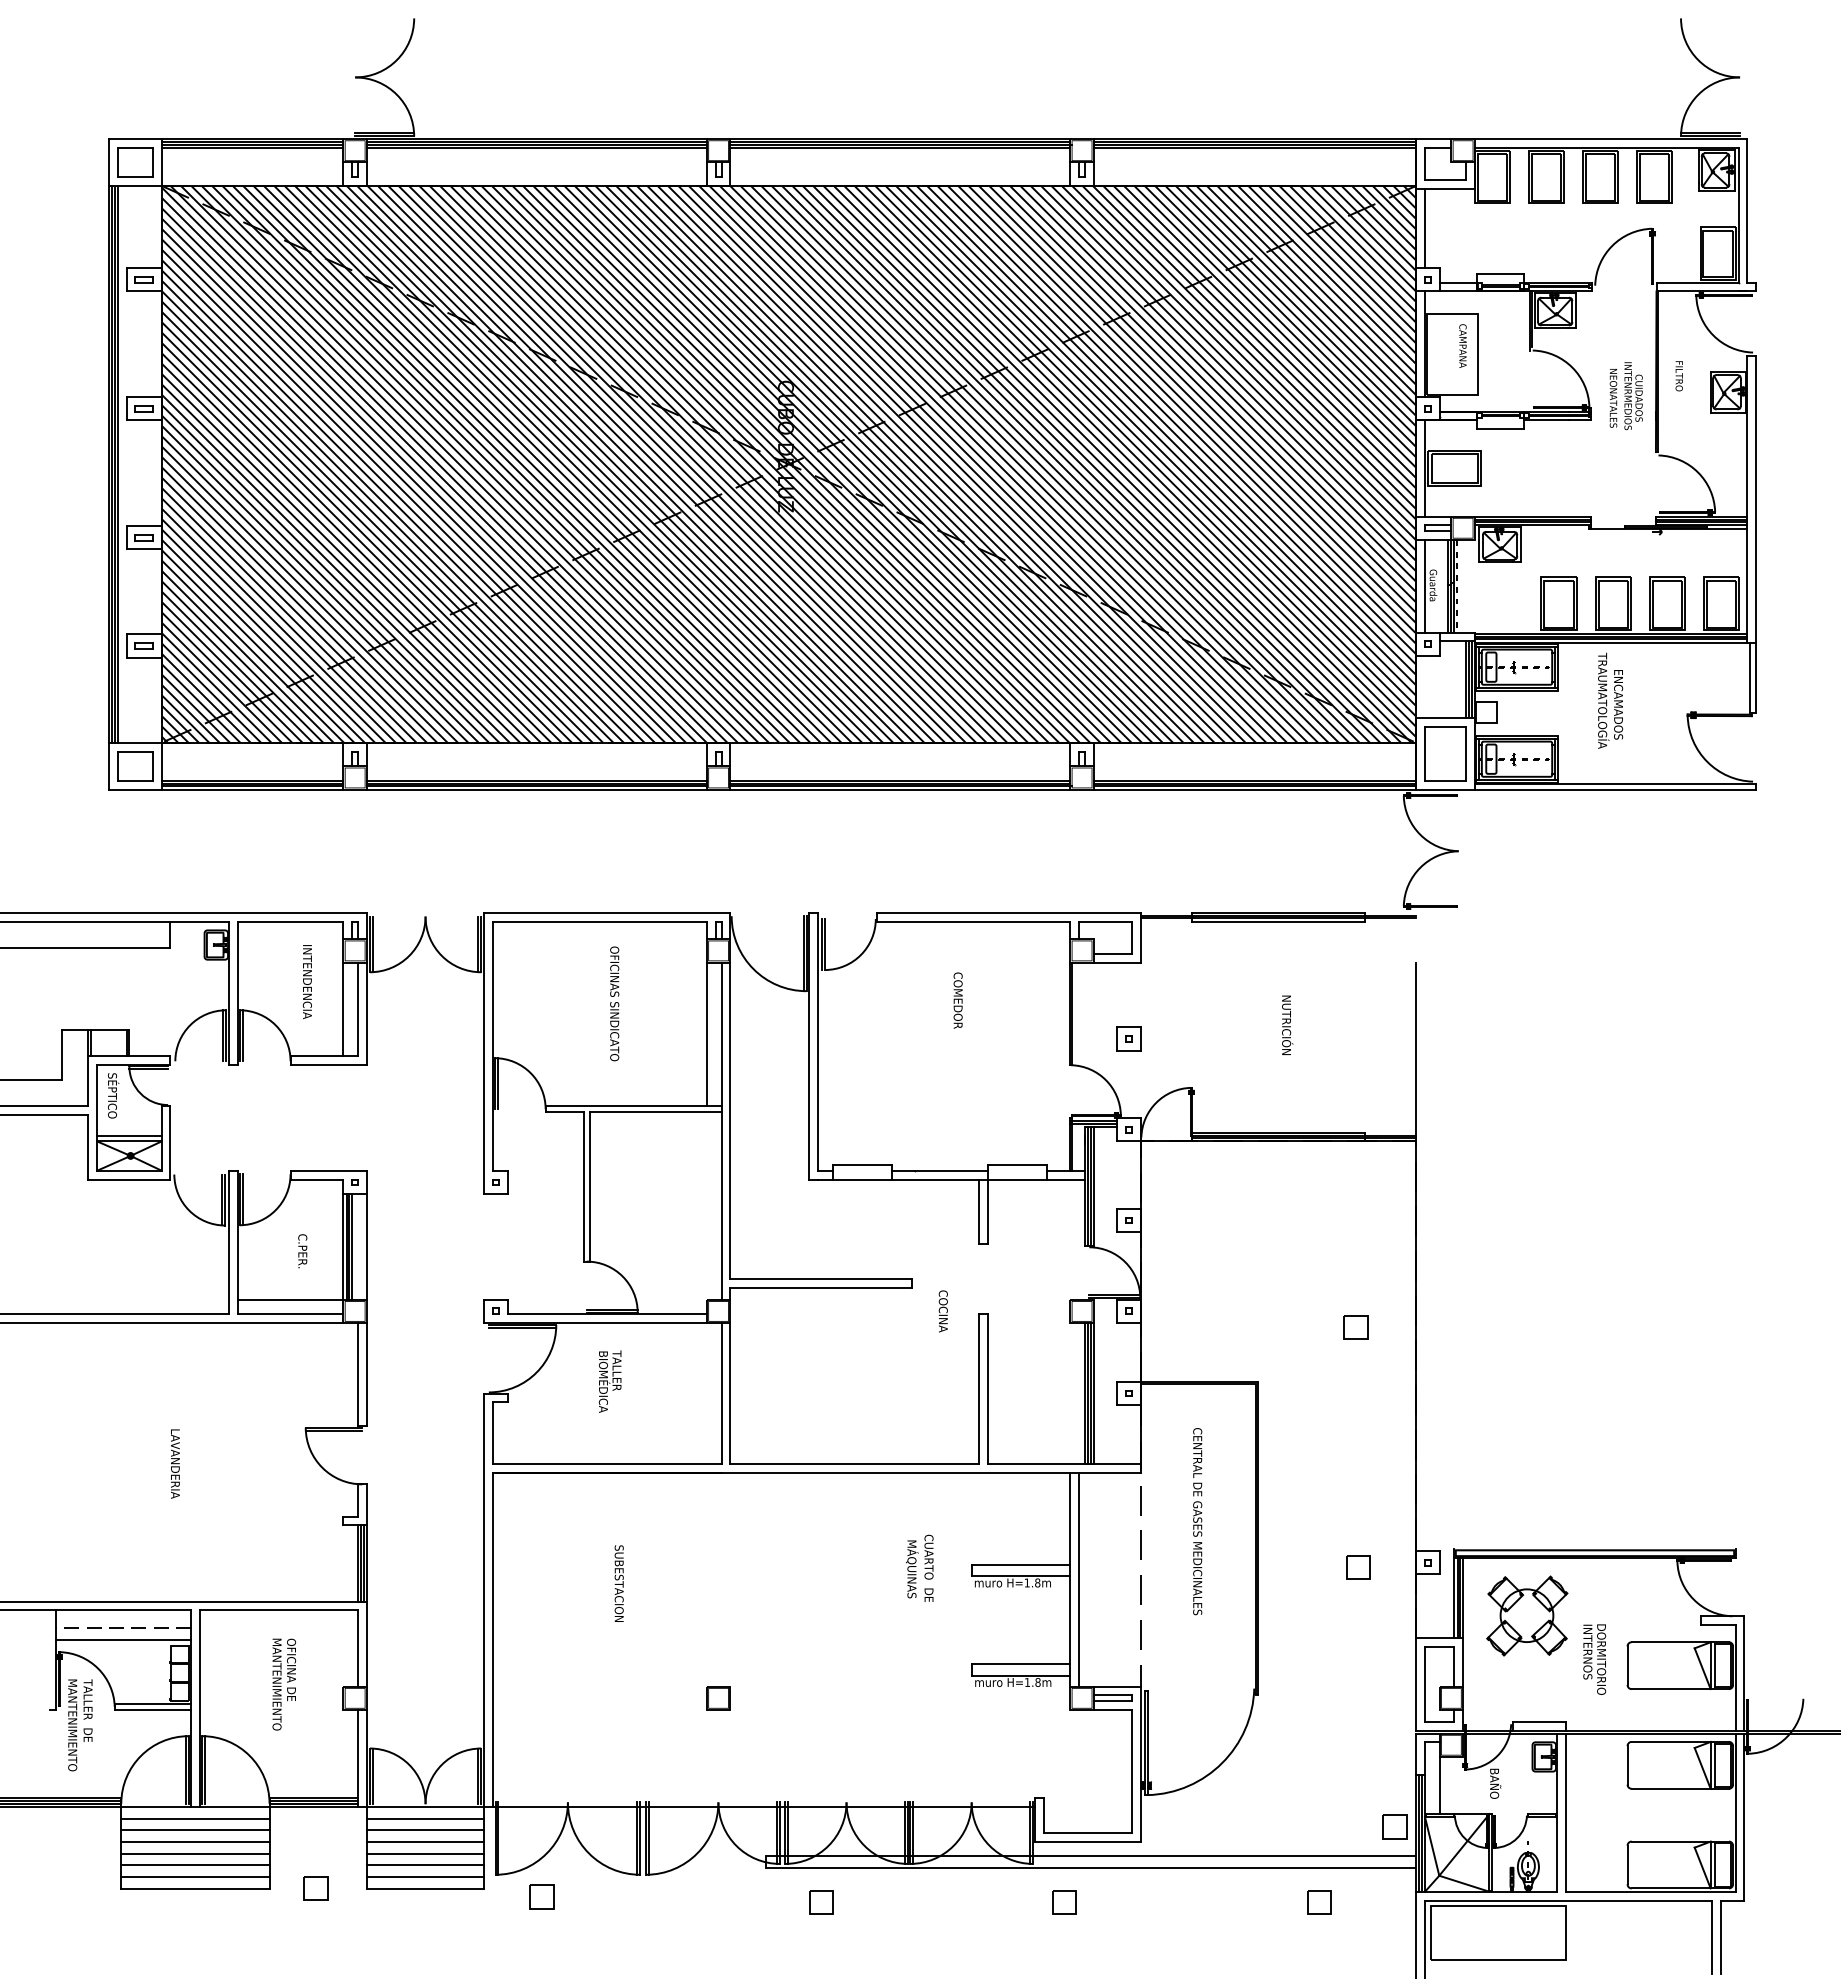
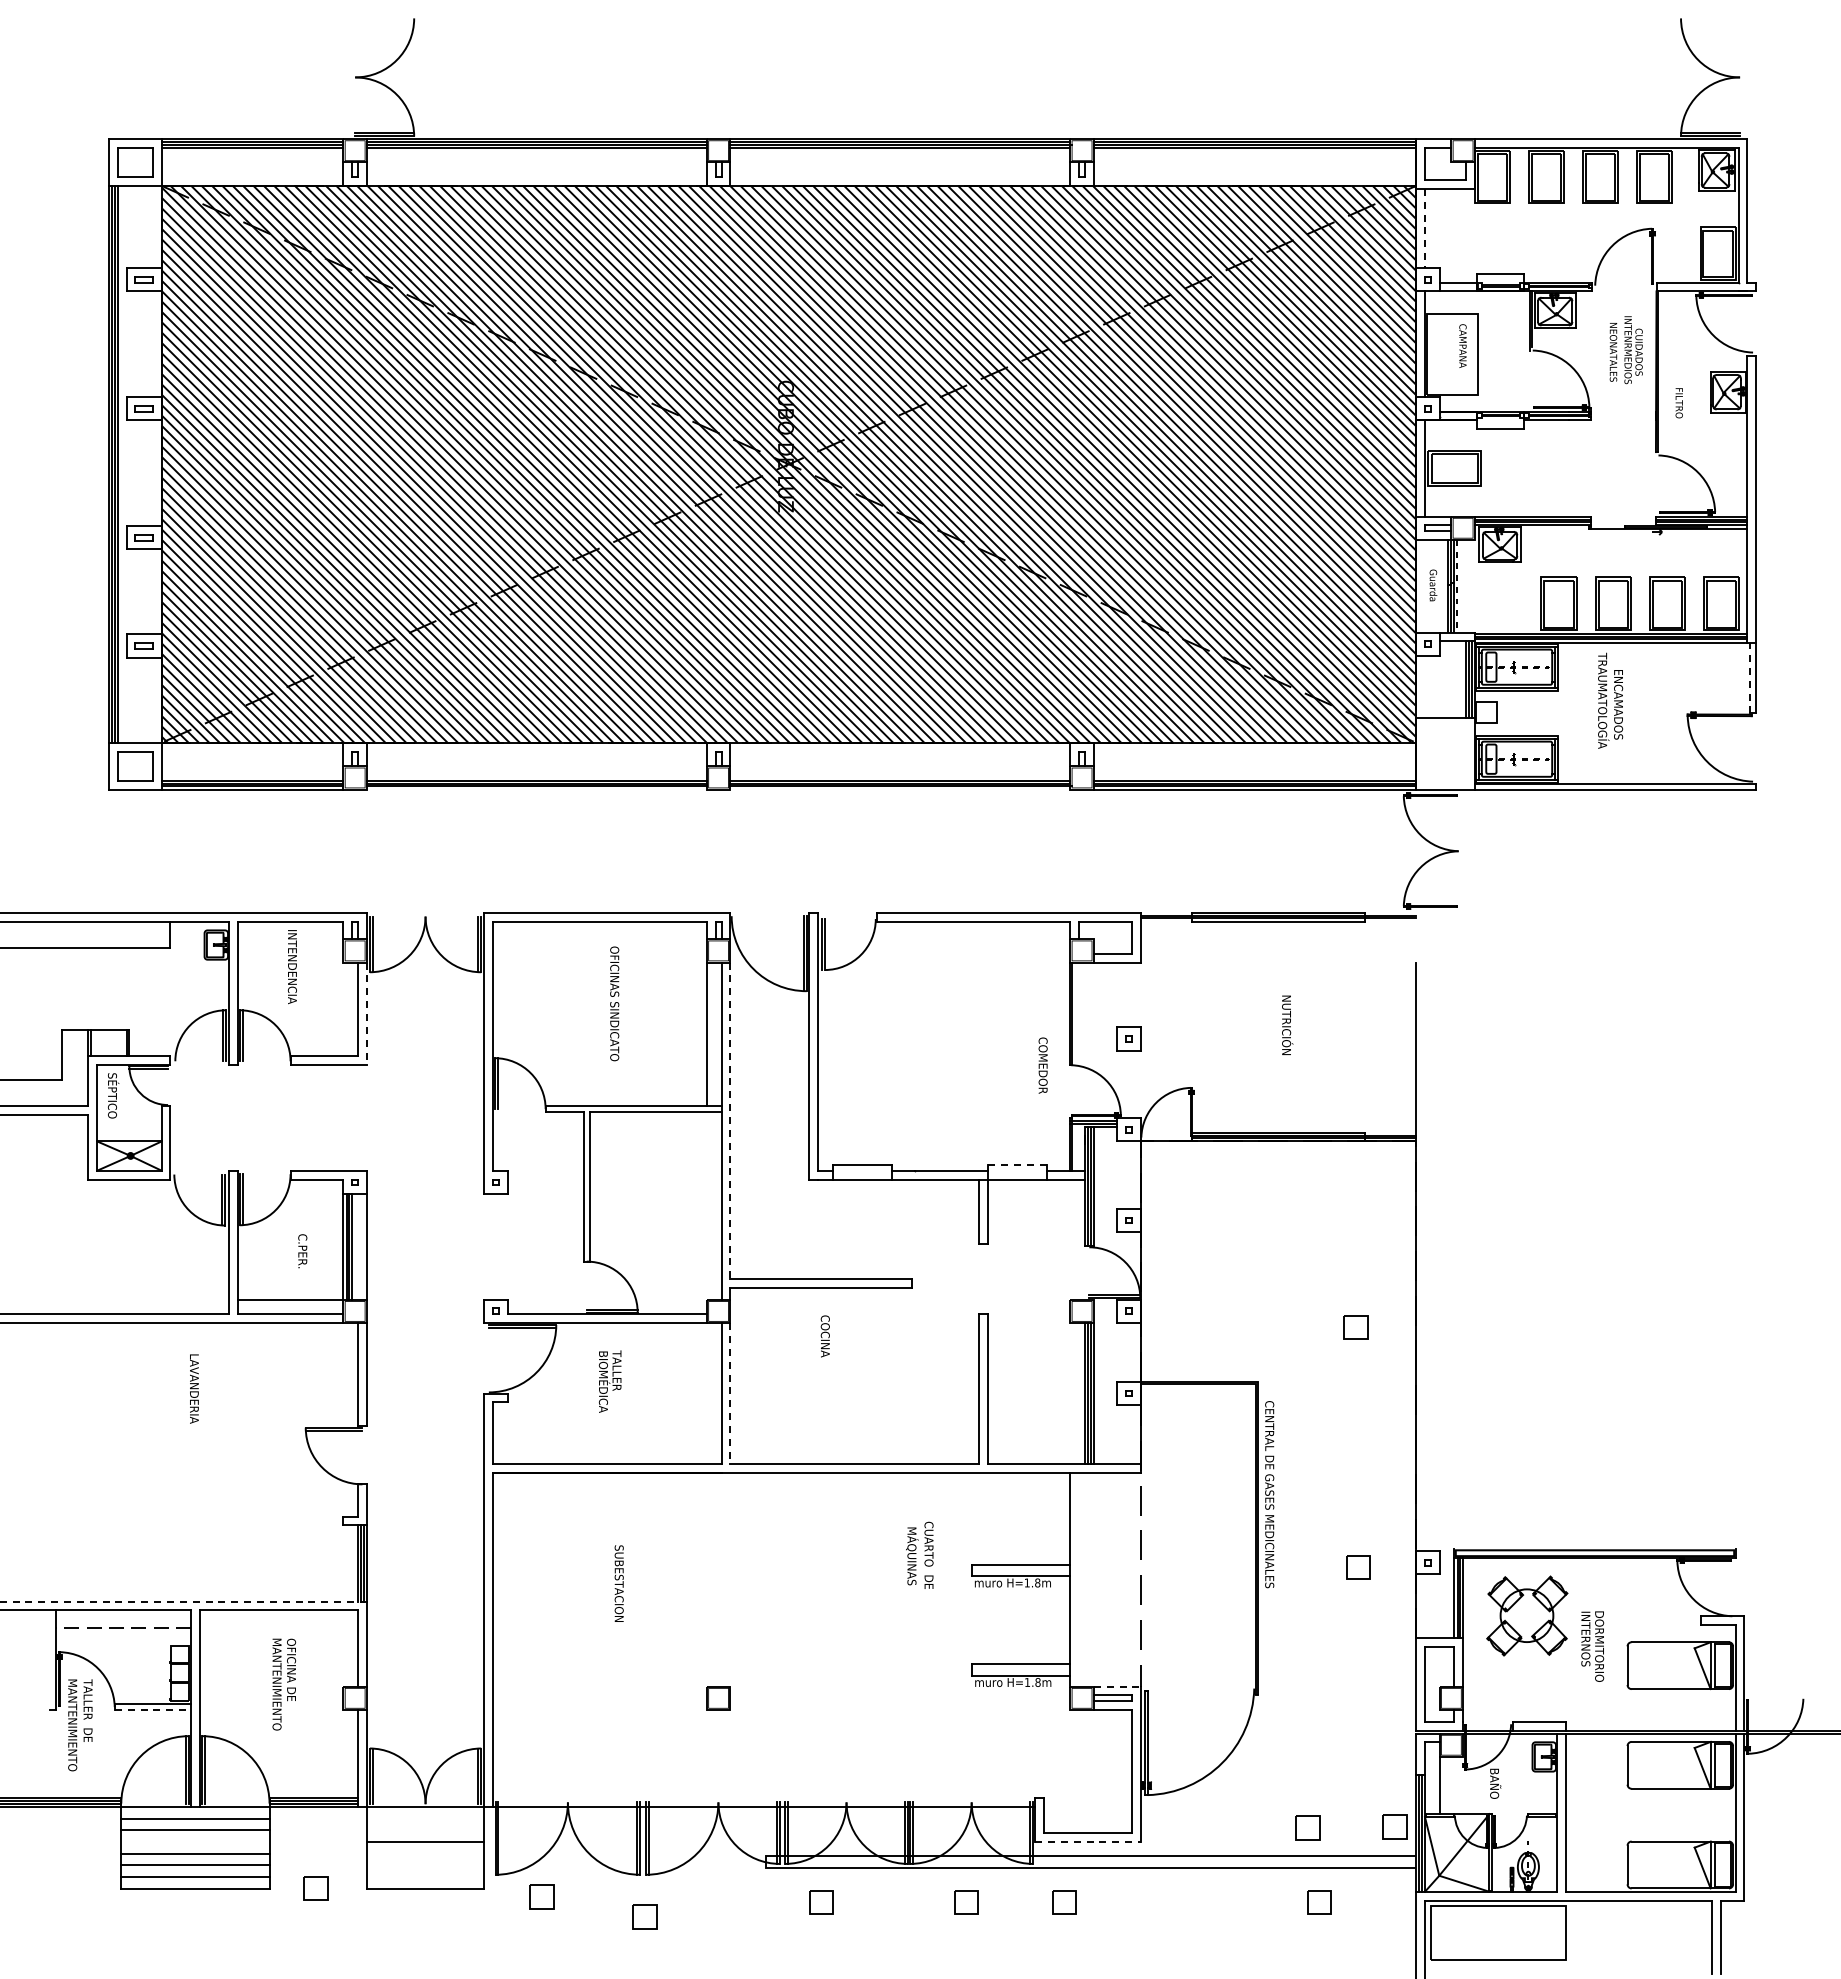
line at (1424, 228): solid -> dashed
text at (1678, 376) position: (1678, 376) -> (1678, 403)
text at (1625, 396) position: (1625, 396) -> (1625, 350)
line at (1424, 585): present -> none
line at (1749, 677): solid -> dashed
part at (1445, 753): present -> none
line at (536, 789): present -> none
line at (900, 789): present -> none
text at (306, 982) position: (306, 982) -> (291, 967)
text at (957, 1000) position: (957, 1000) -> (1042, 1065)
line at (343, 1009): present -> none
line at (366, 1014): solid -> dashed
line at (730, 1121): solid -> dashed
line at (129, 1135): present -> none
line at (1018, 1164): solid -> dashed
text at (942, 1311) position: (942, 1311) -> (824, 1336)
line at (730, 1394): solid -> dashed
text at (175, 1463) position: (175, 1463) -> (194, 1388)
text at (1197, 1521) position: (1197, 1521) -> (1269, 1494)
text at (919, 1567) position: (919, 1567) -> (919, 1554)
line at (1079, 1579): present -> none
line at (182, 1601): solid -> dashed
line at (123, 1639): present -> none
text at (1594, 1659) position: (1594, 1659) -> (1592, 1646)
line at (1117, 1686): solid -> dashed
line at (153, 1710): solid -> dashed
line at (425, 1818): present -> none
part at (1307, 1827): none -> present
line at (425, 1830): present -> none
line at (195, 1841): present -> none
line at (1087, 1841): solid -> dashed
line at (425, 1853): present -> none
line at (425, 1865): present -> none
line at (425, 1877): present -> none
part at (966, 1902): none -> present
part at (644, 1916): none -> present
